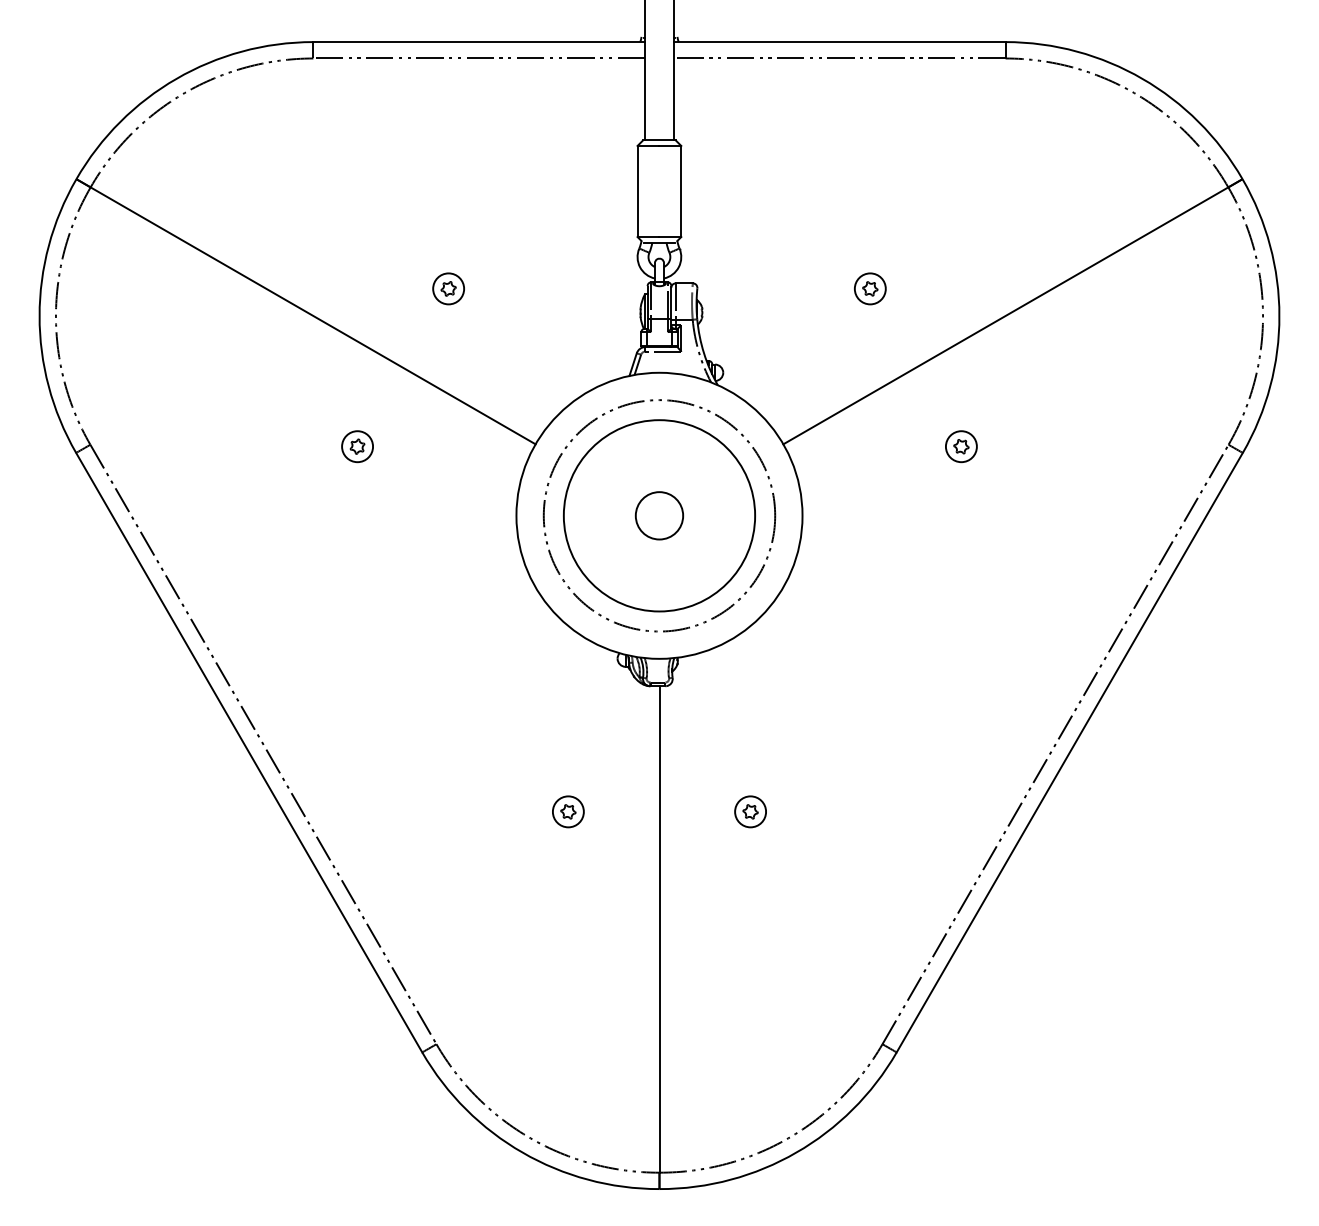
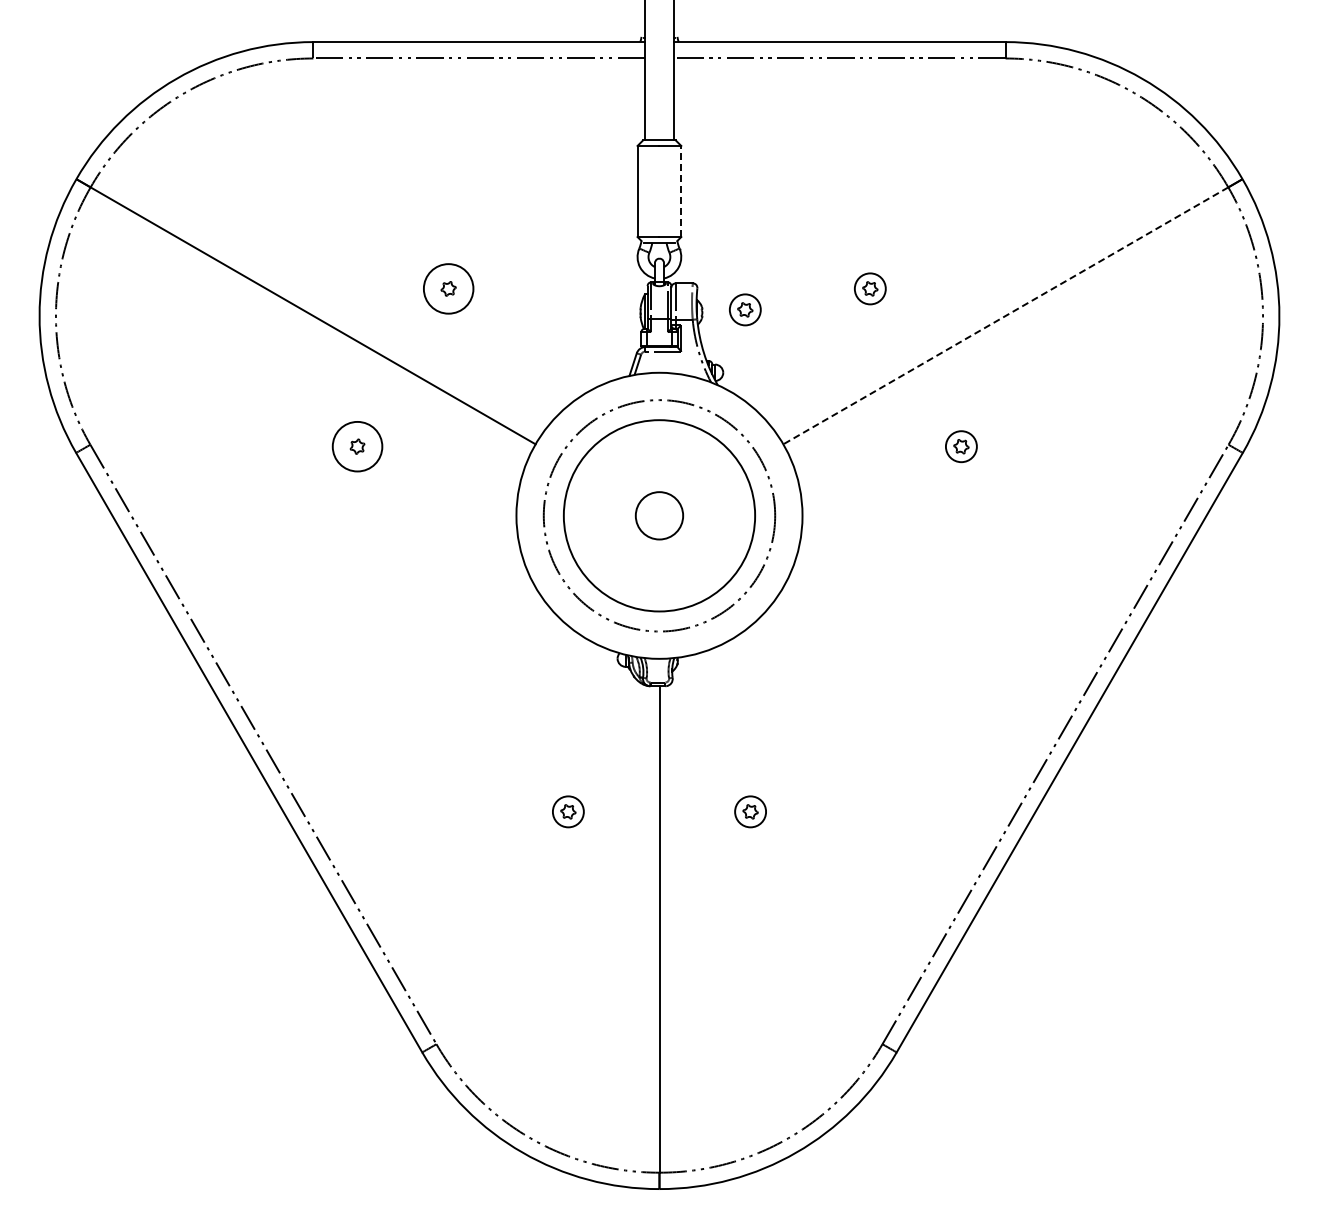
line at (681, 191): solid -> dashed
circle at (448, 288) diameter: 31 px -> 50 px
part at (745, 309): none -> present
line at (1005, 315): solid -> dashed
circle at (357, 446) diameter: 31 px -> 50 px
